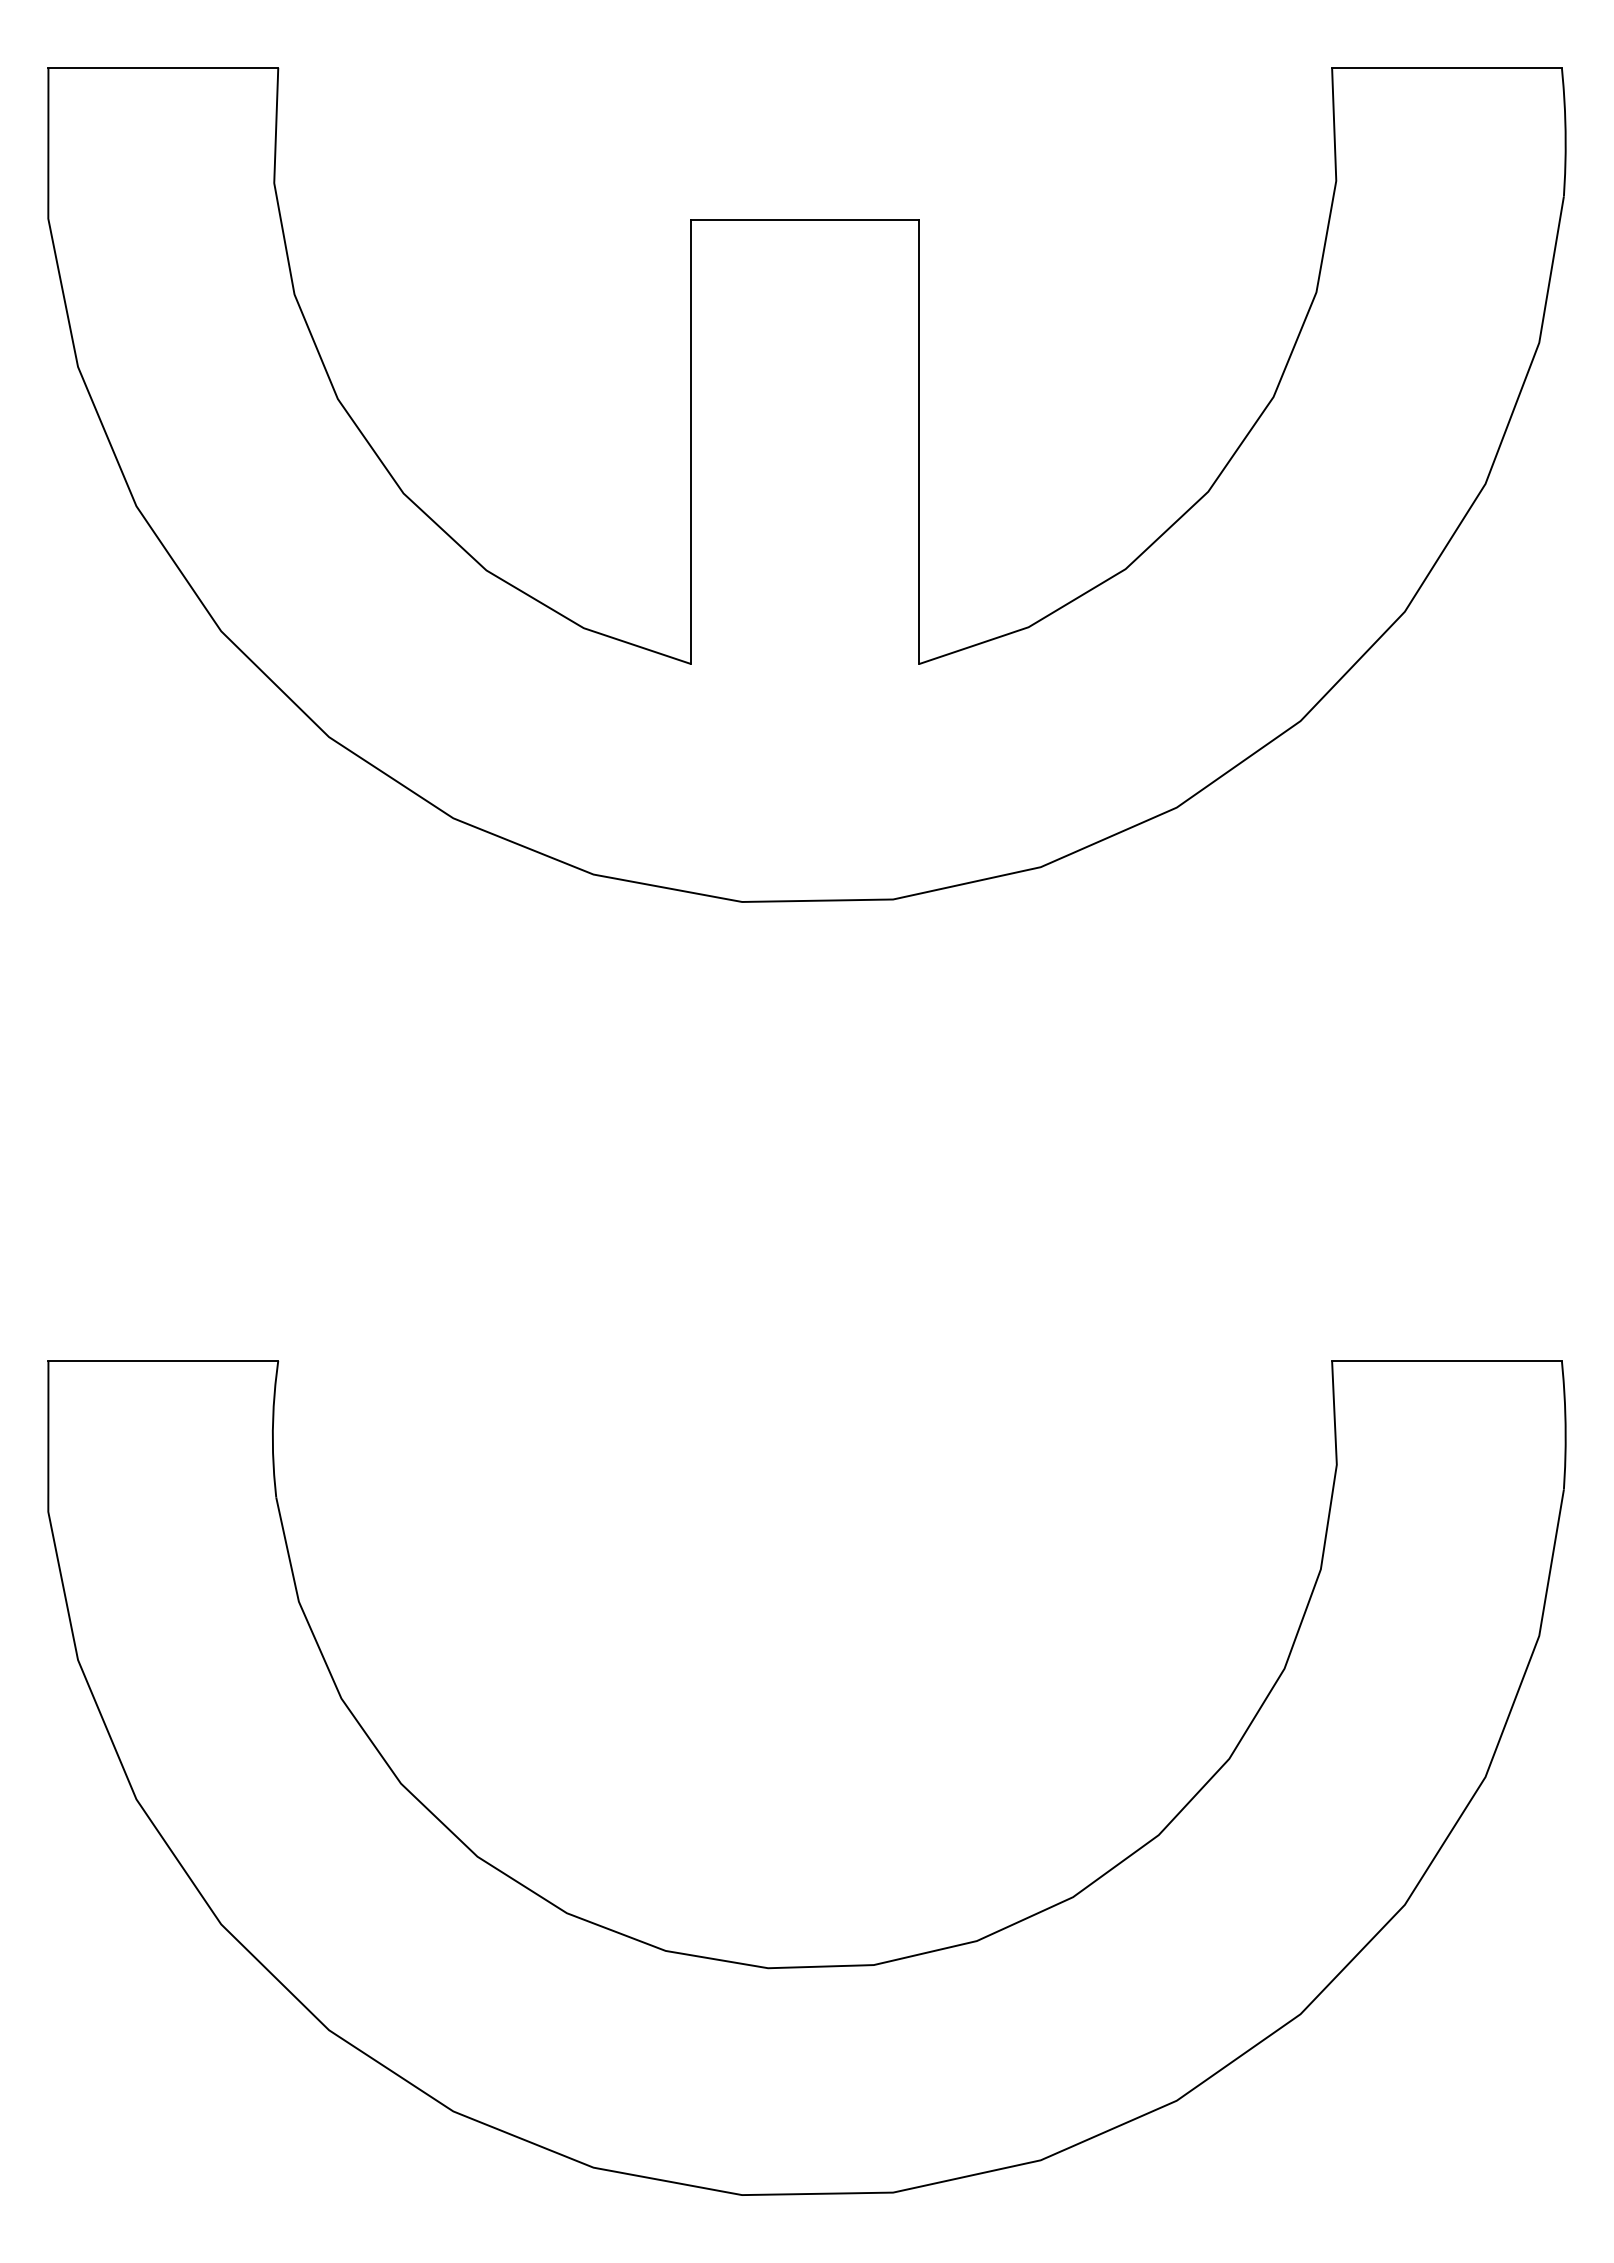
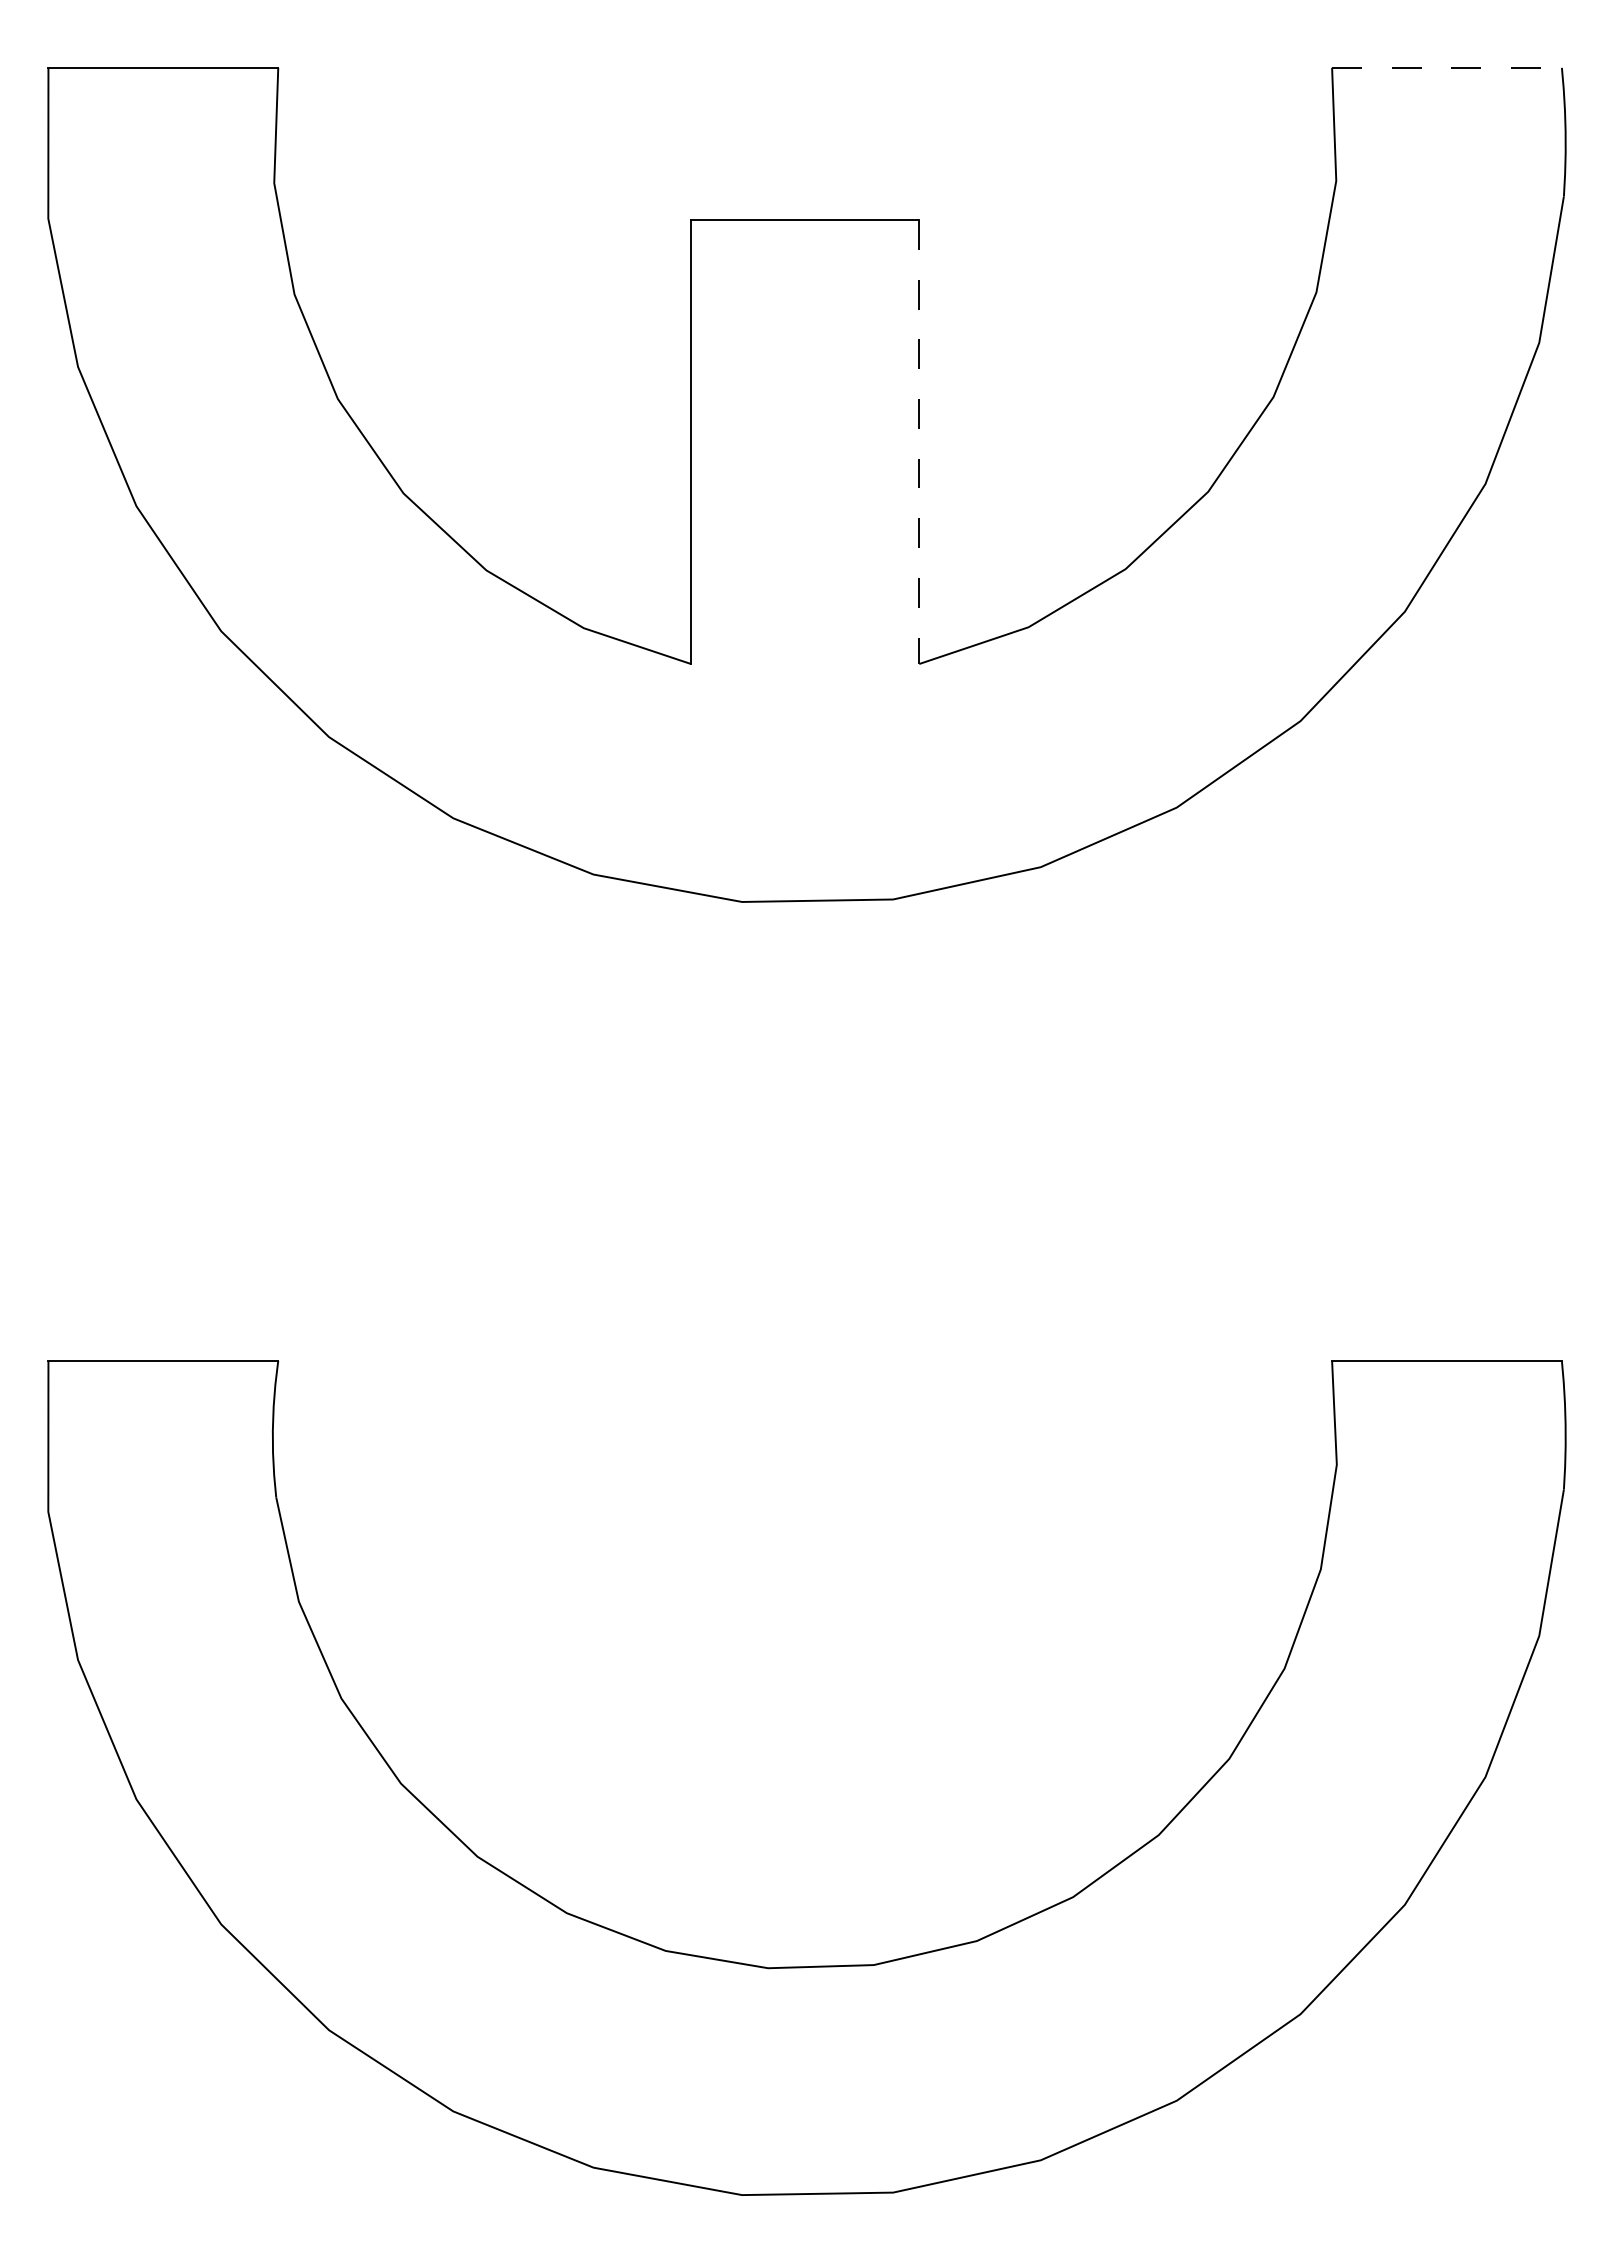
line at (1447, 67): solid -> dashed
line at (919, 442): solid -> dashed
